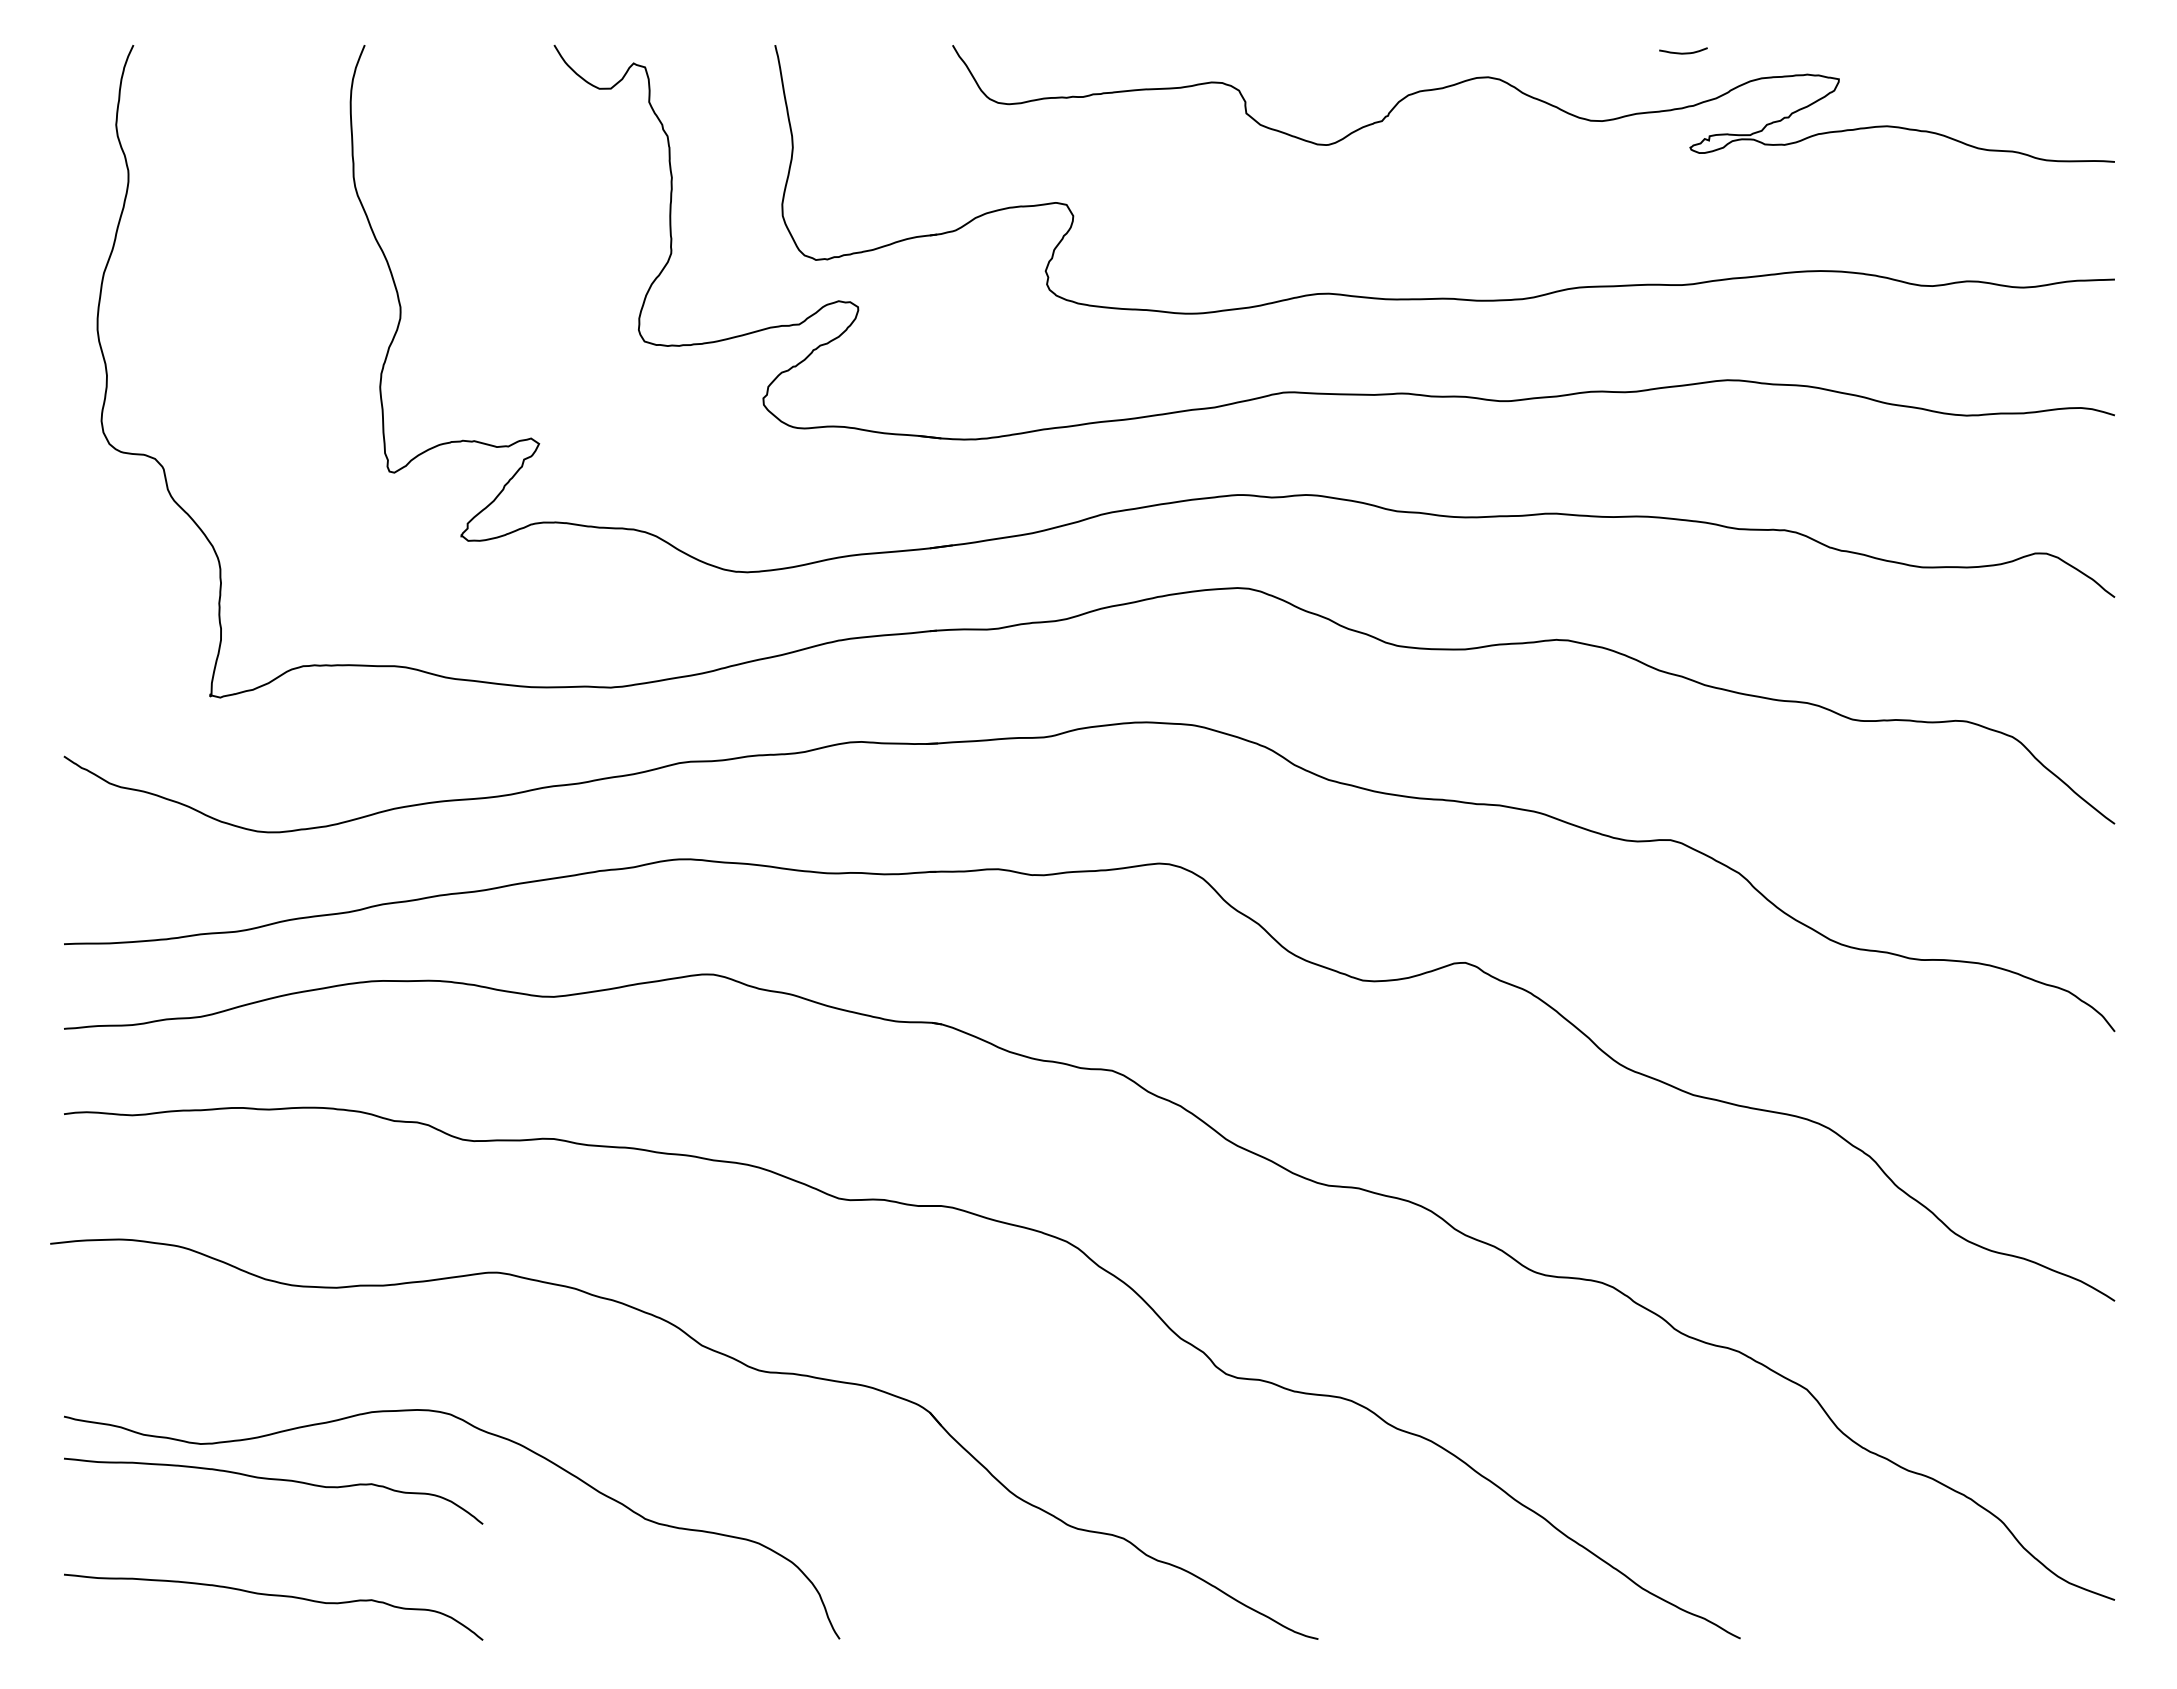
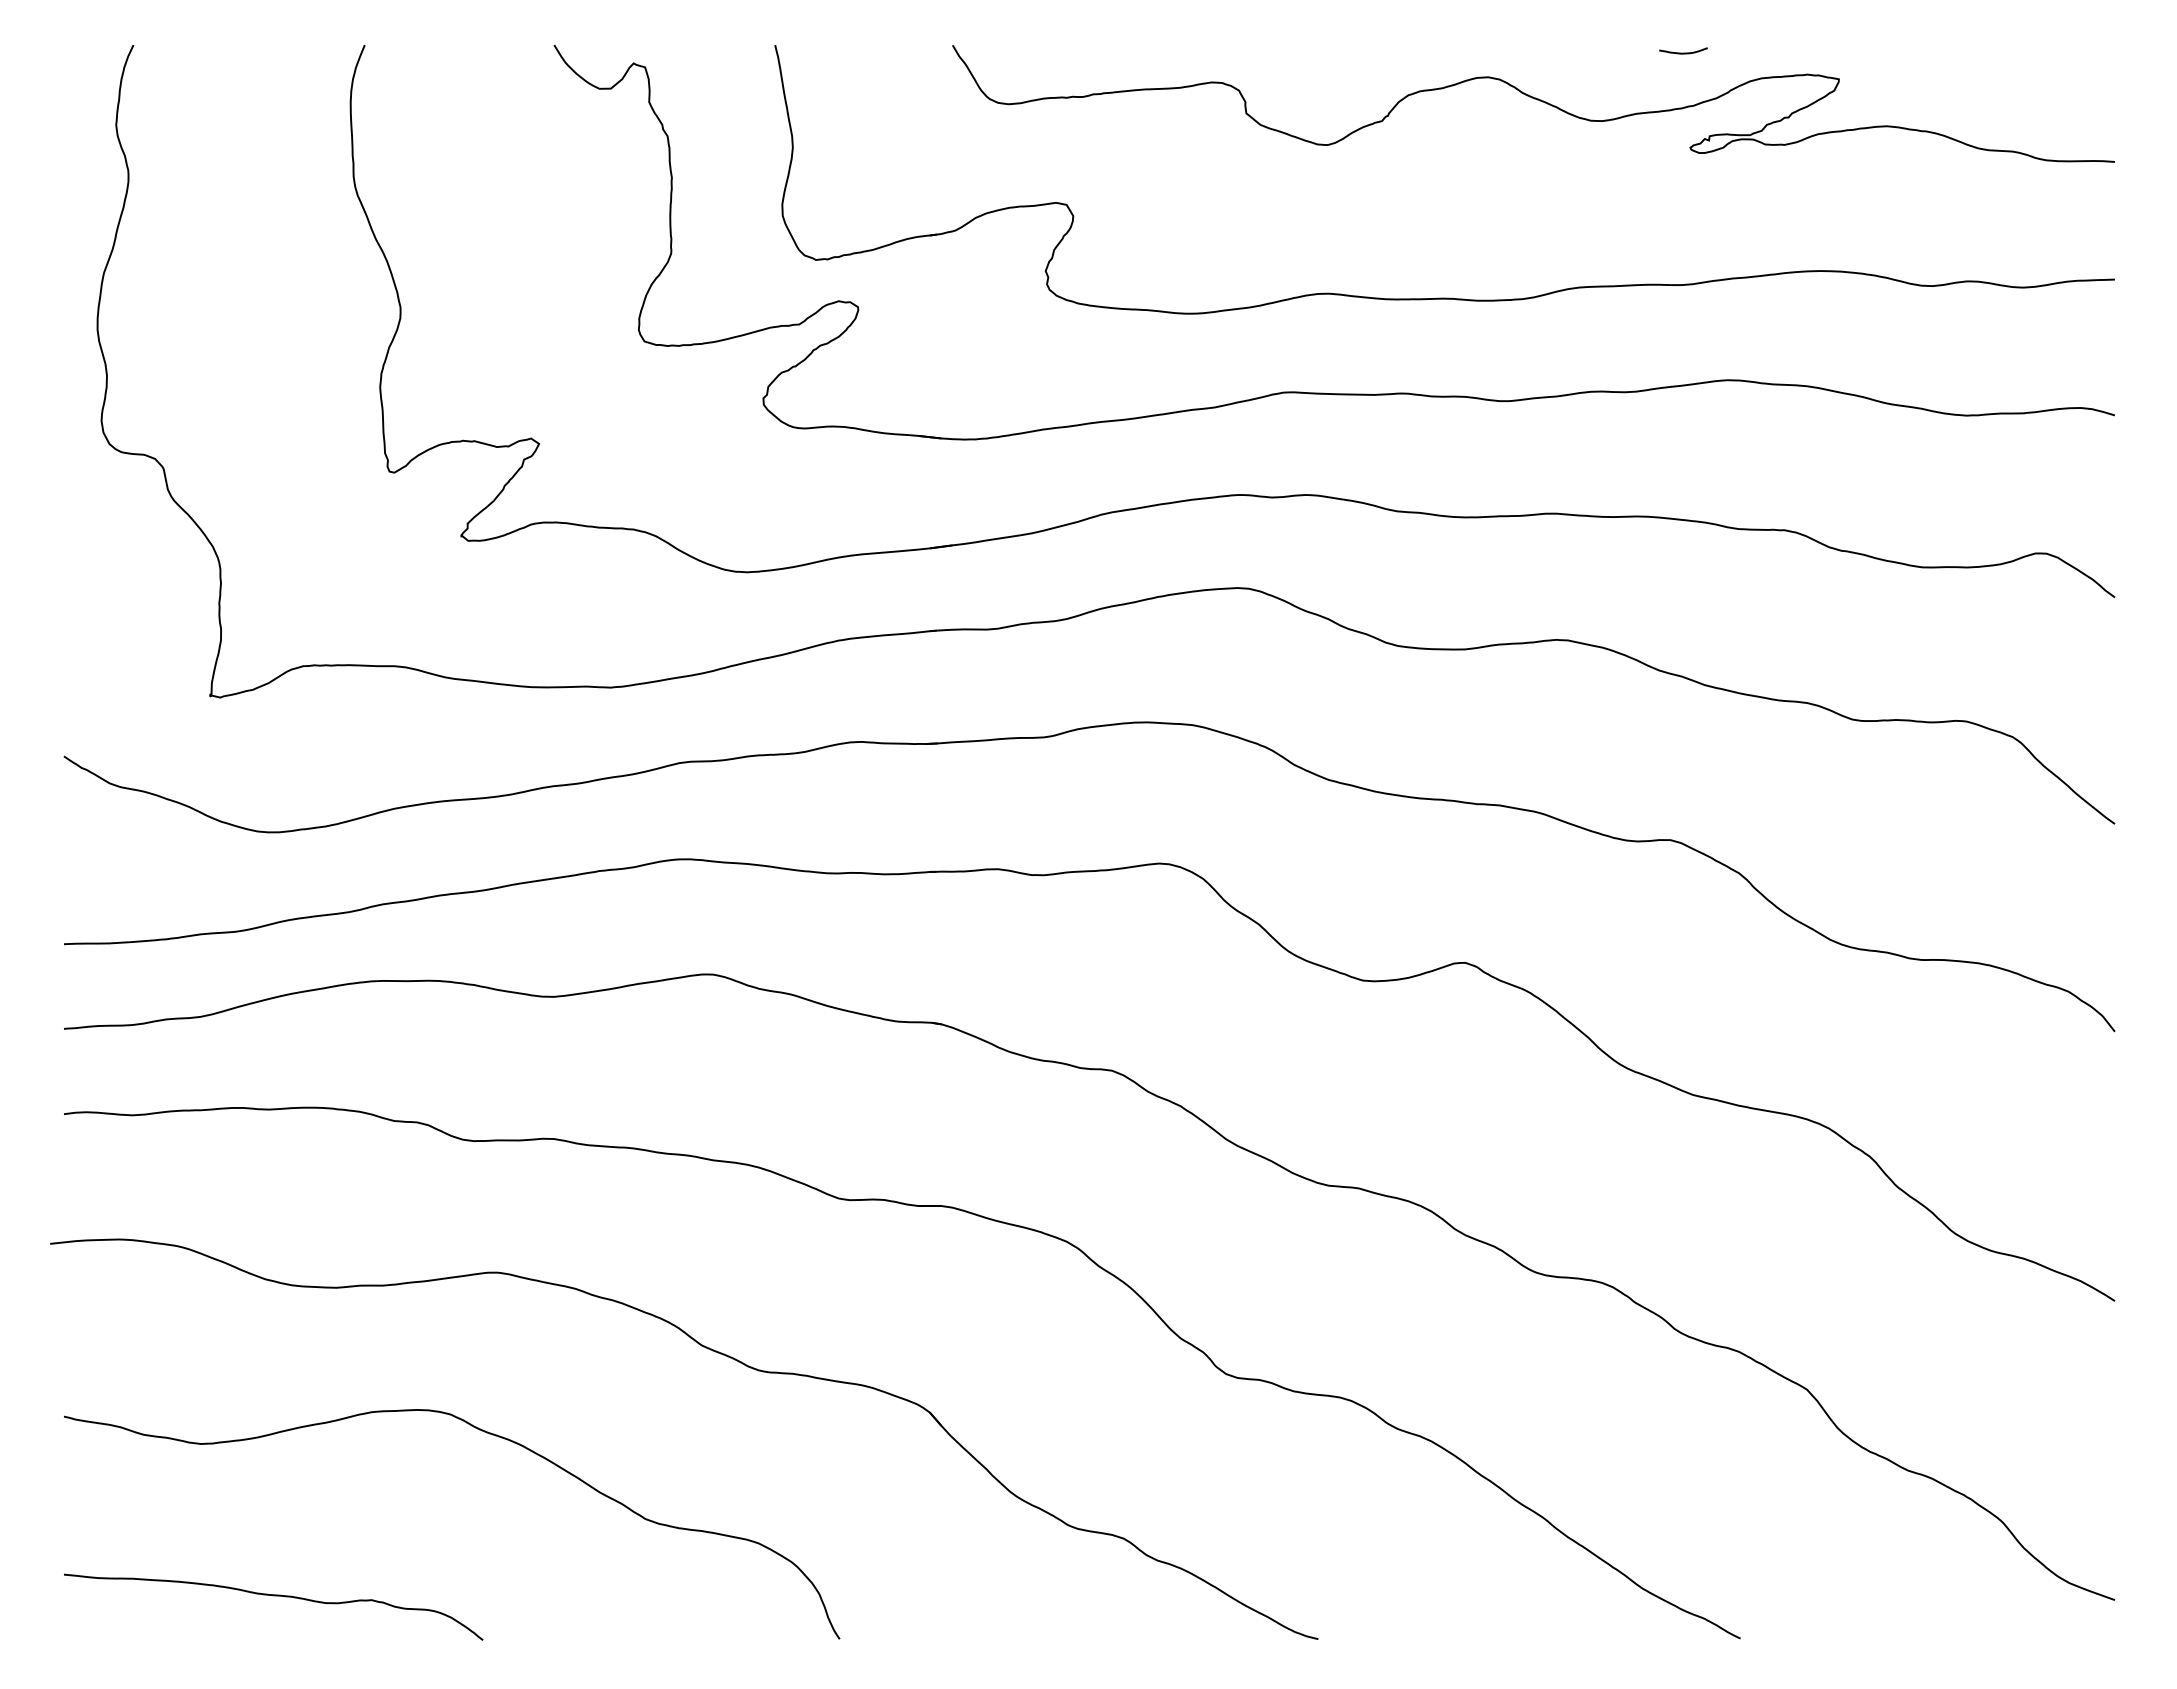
curve at (273, 1480): present -> none
